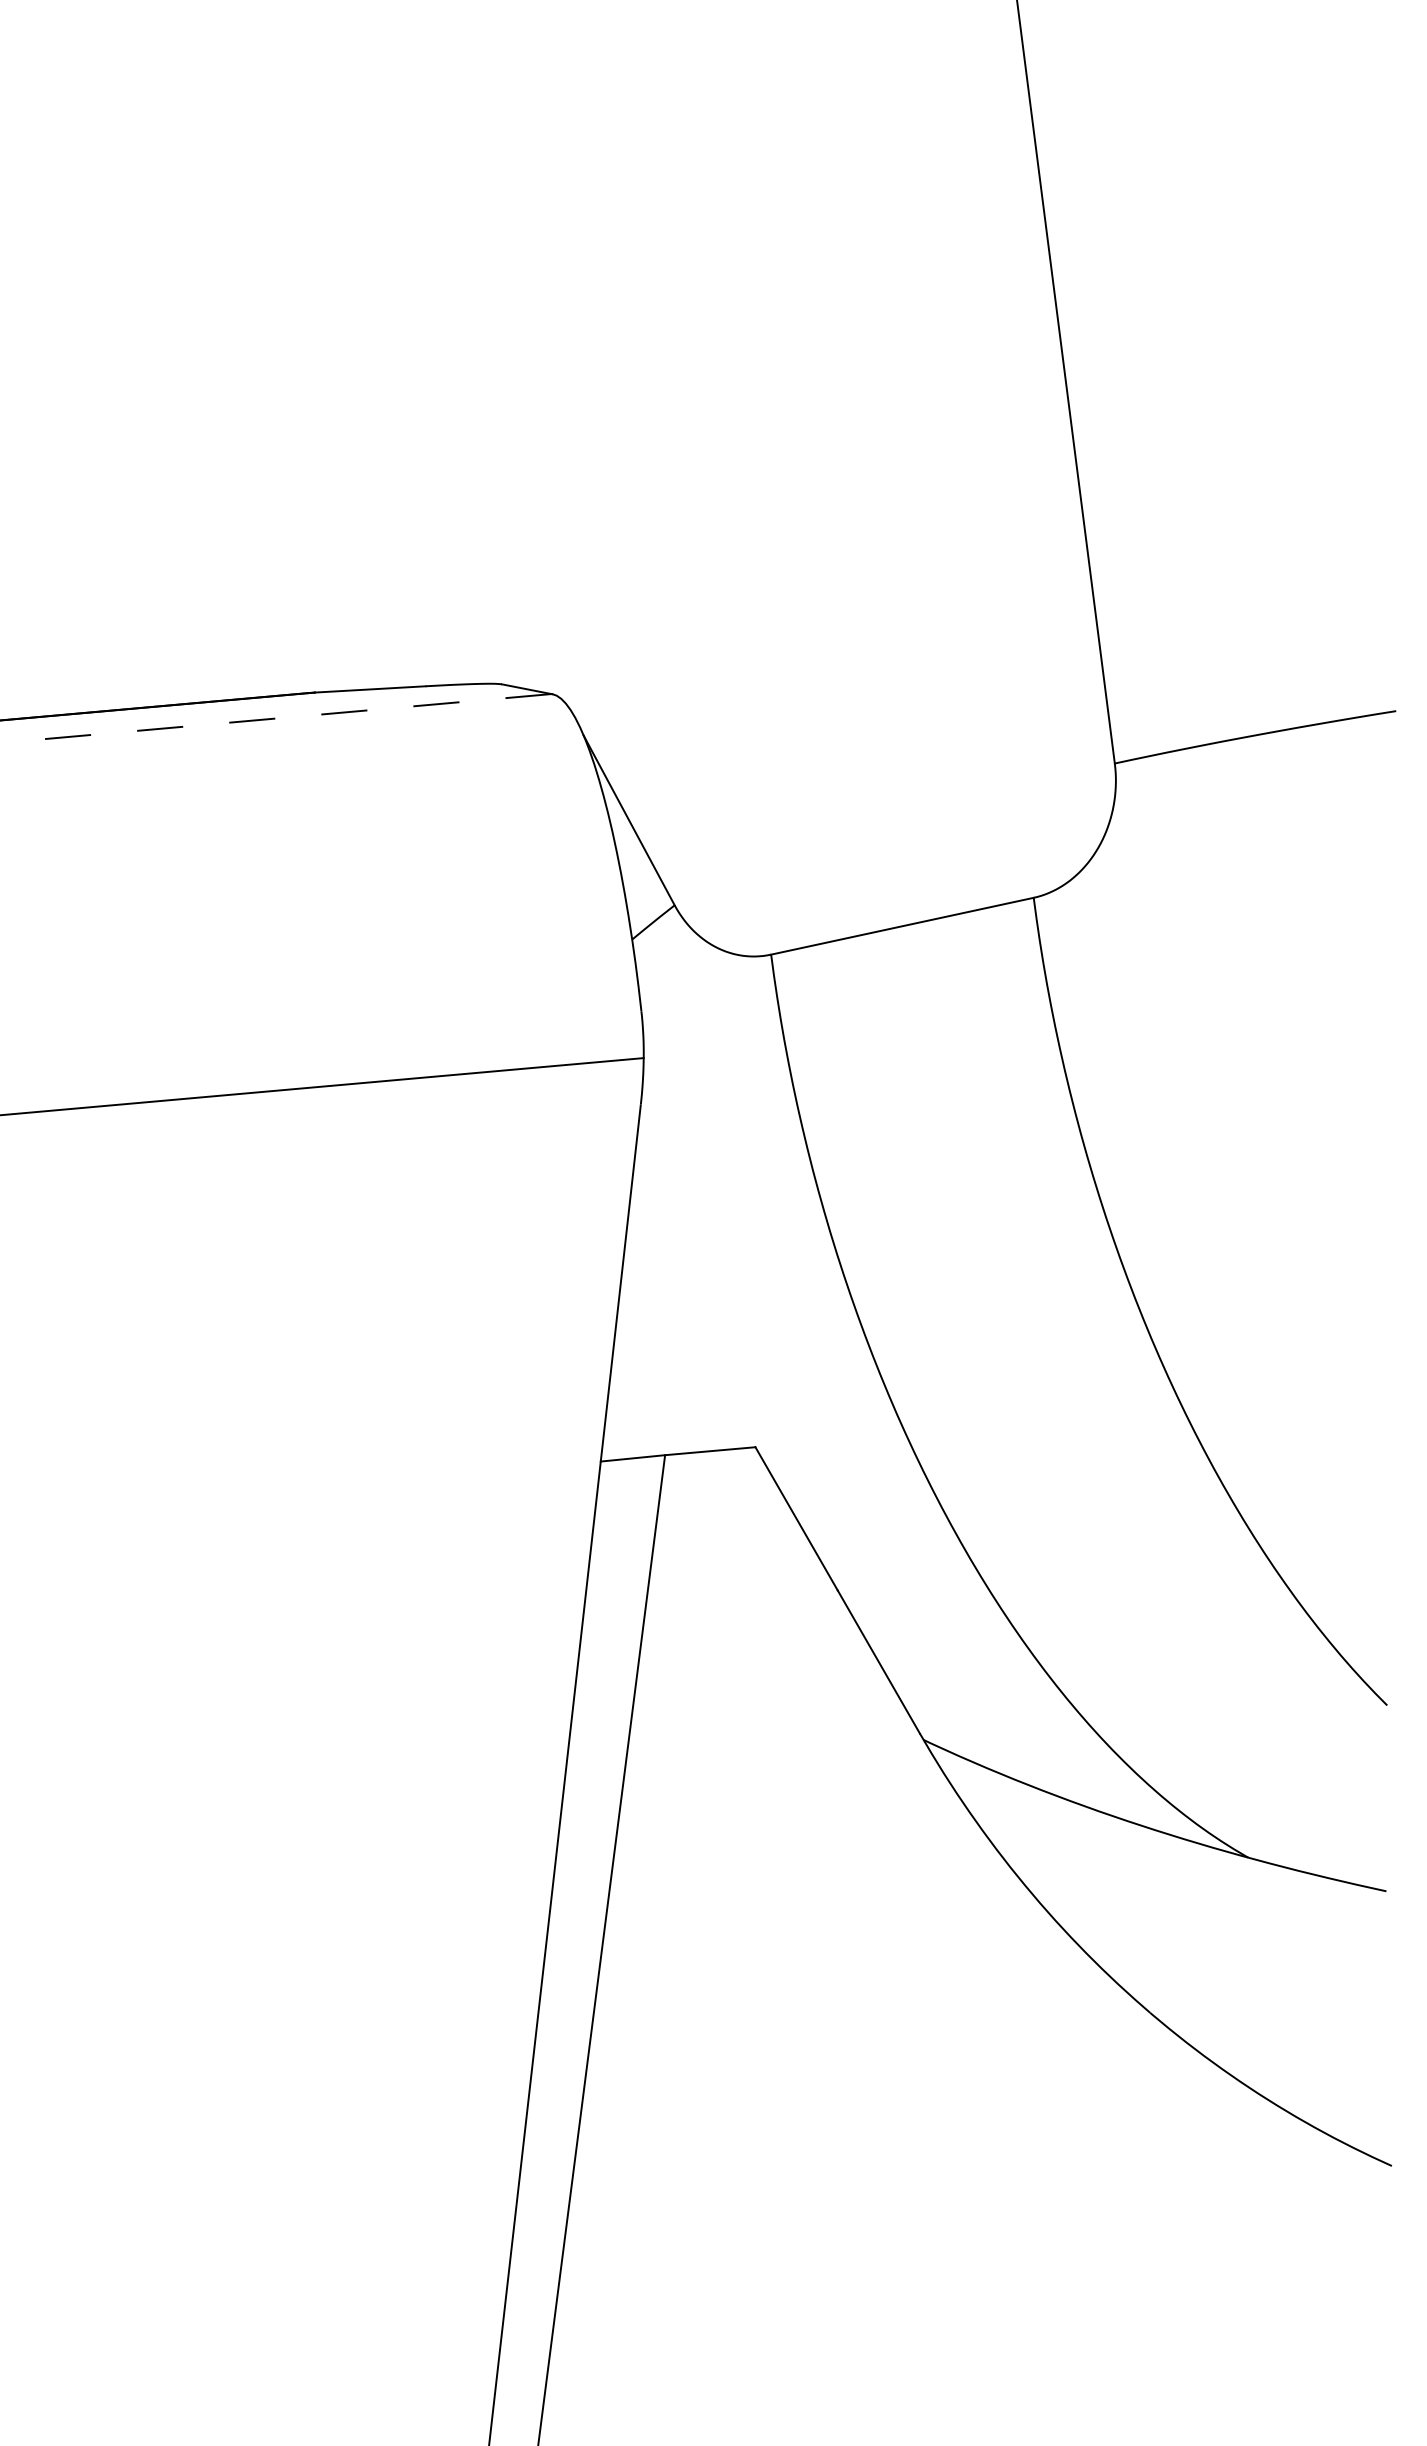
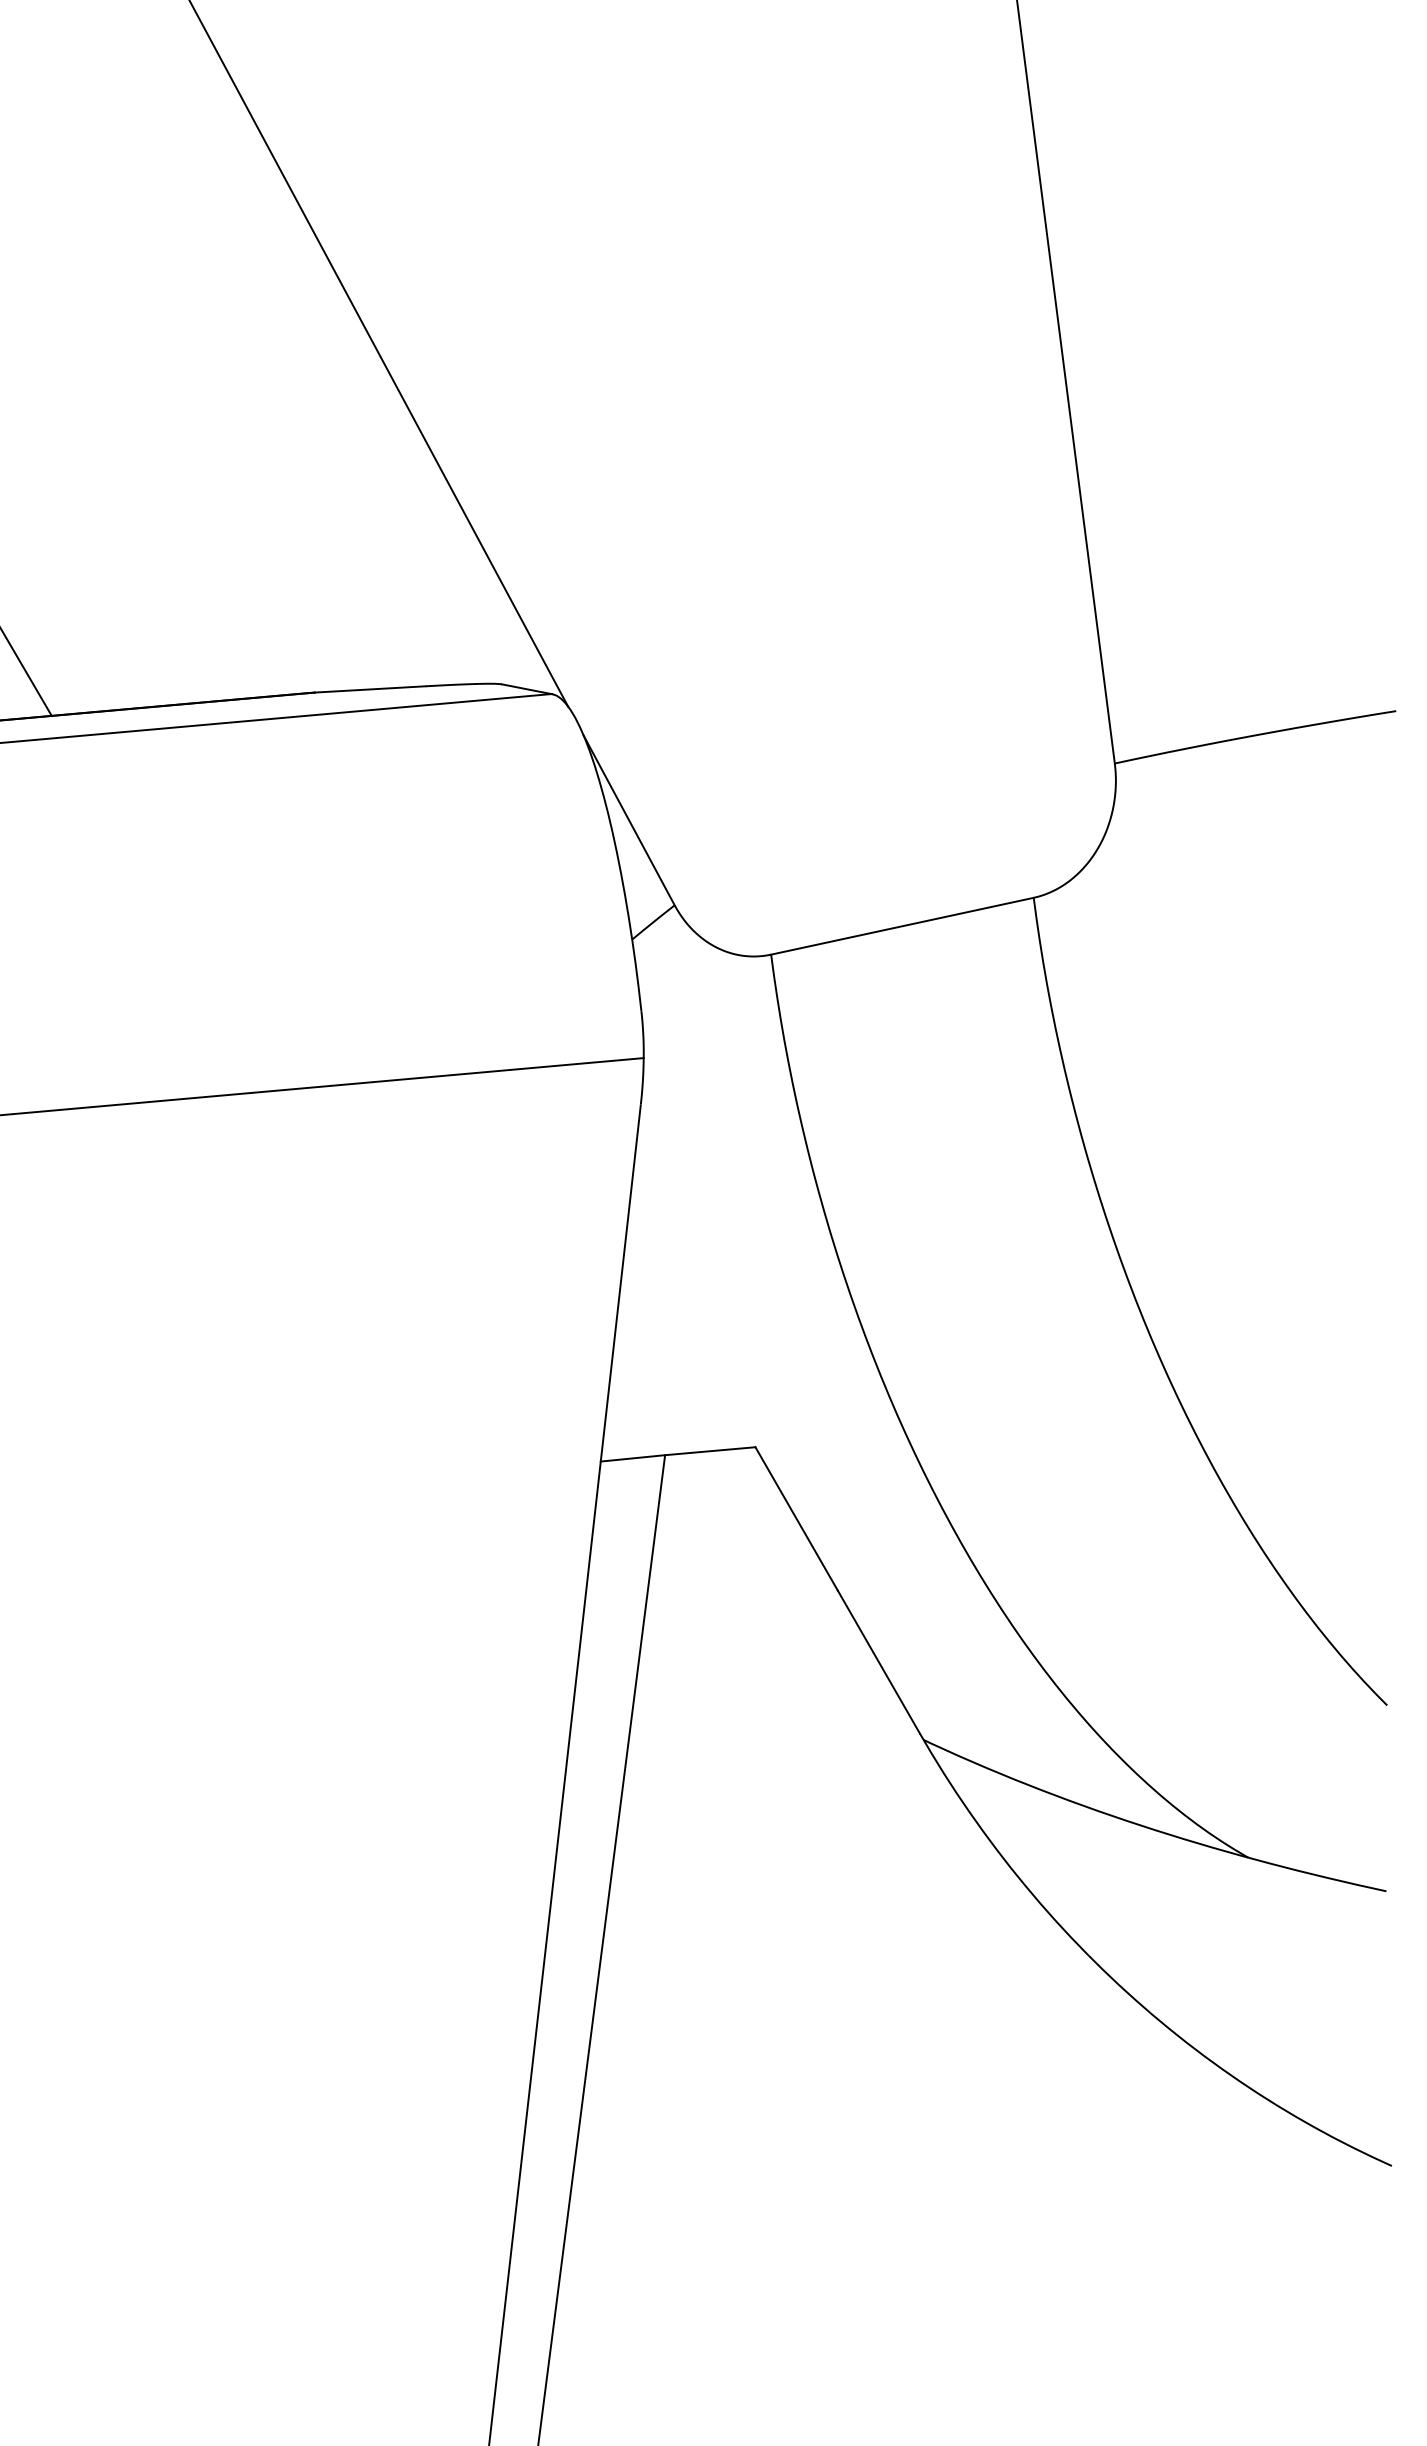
line at (379, 354): none -> present
line at (26, 673): none -> present
line at (275, 718): dashed -> solid
